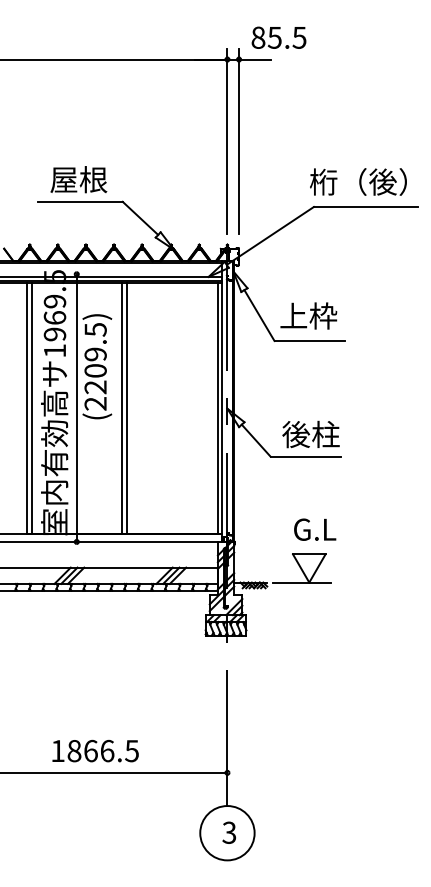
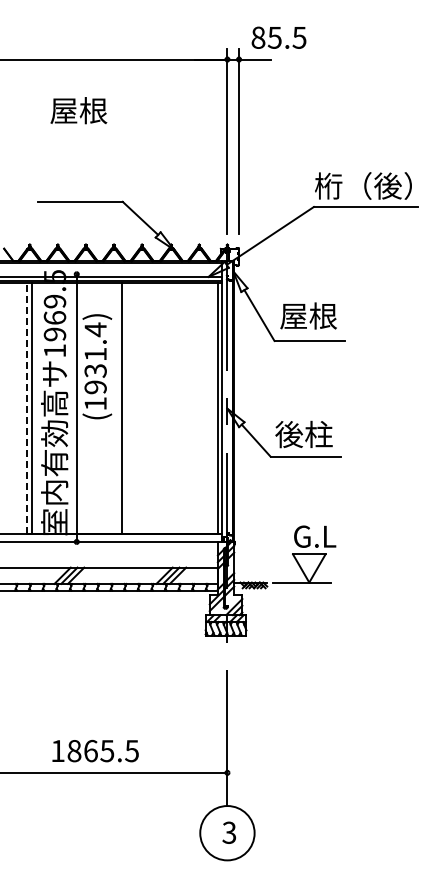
text at (78, 179) position: (78, 179) -> (78, 110)
text at (358, 181) position: (358, 181) -> (363, 185)
text at (308, 315): 上枠 -> 屋根
text at (95, 366): (2209.5) -> (1931.4)
line at (126, 407): present -> none
line at (26, 408): solid -> dashed
text at (310, 434) position: (310, 434) -> (303, 434)
text at (315, 529) position: (315, 529) -> (315, 536)
text at (107, 750): 1866.5 -> 1865.5
